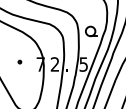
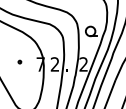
text at (83, 64): 5 -> 2
